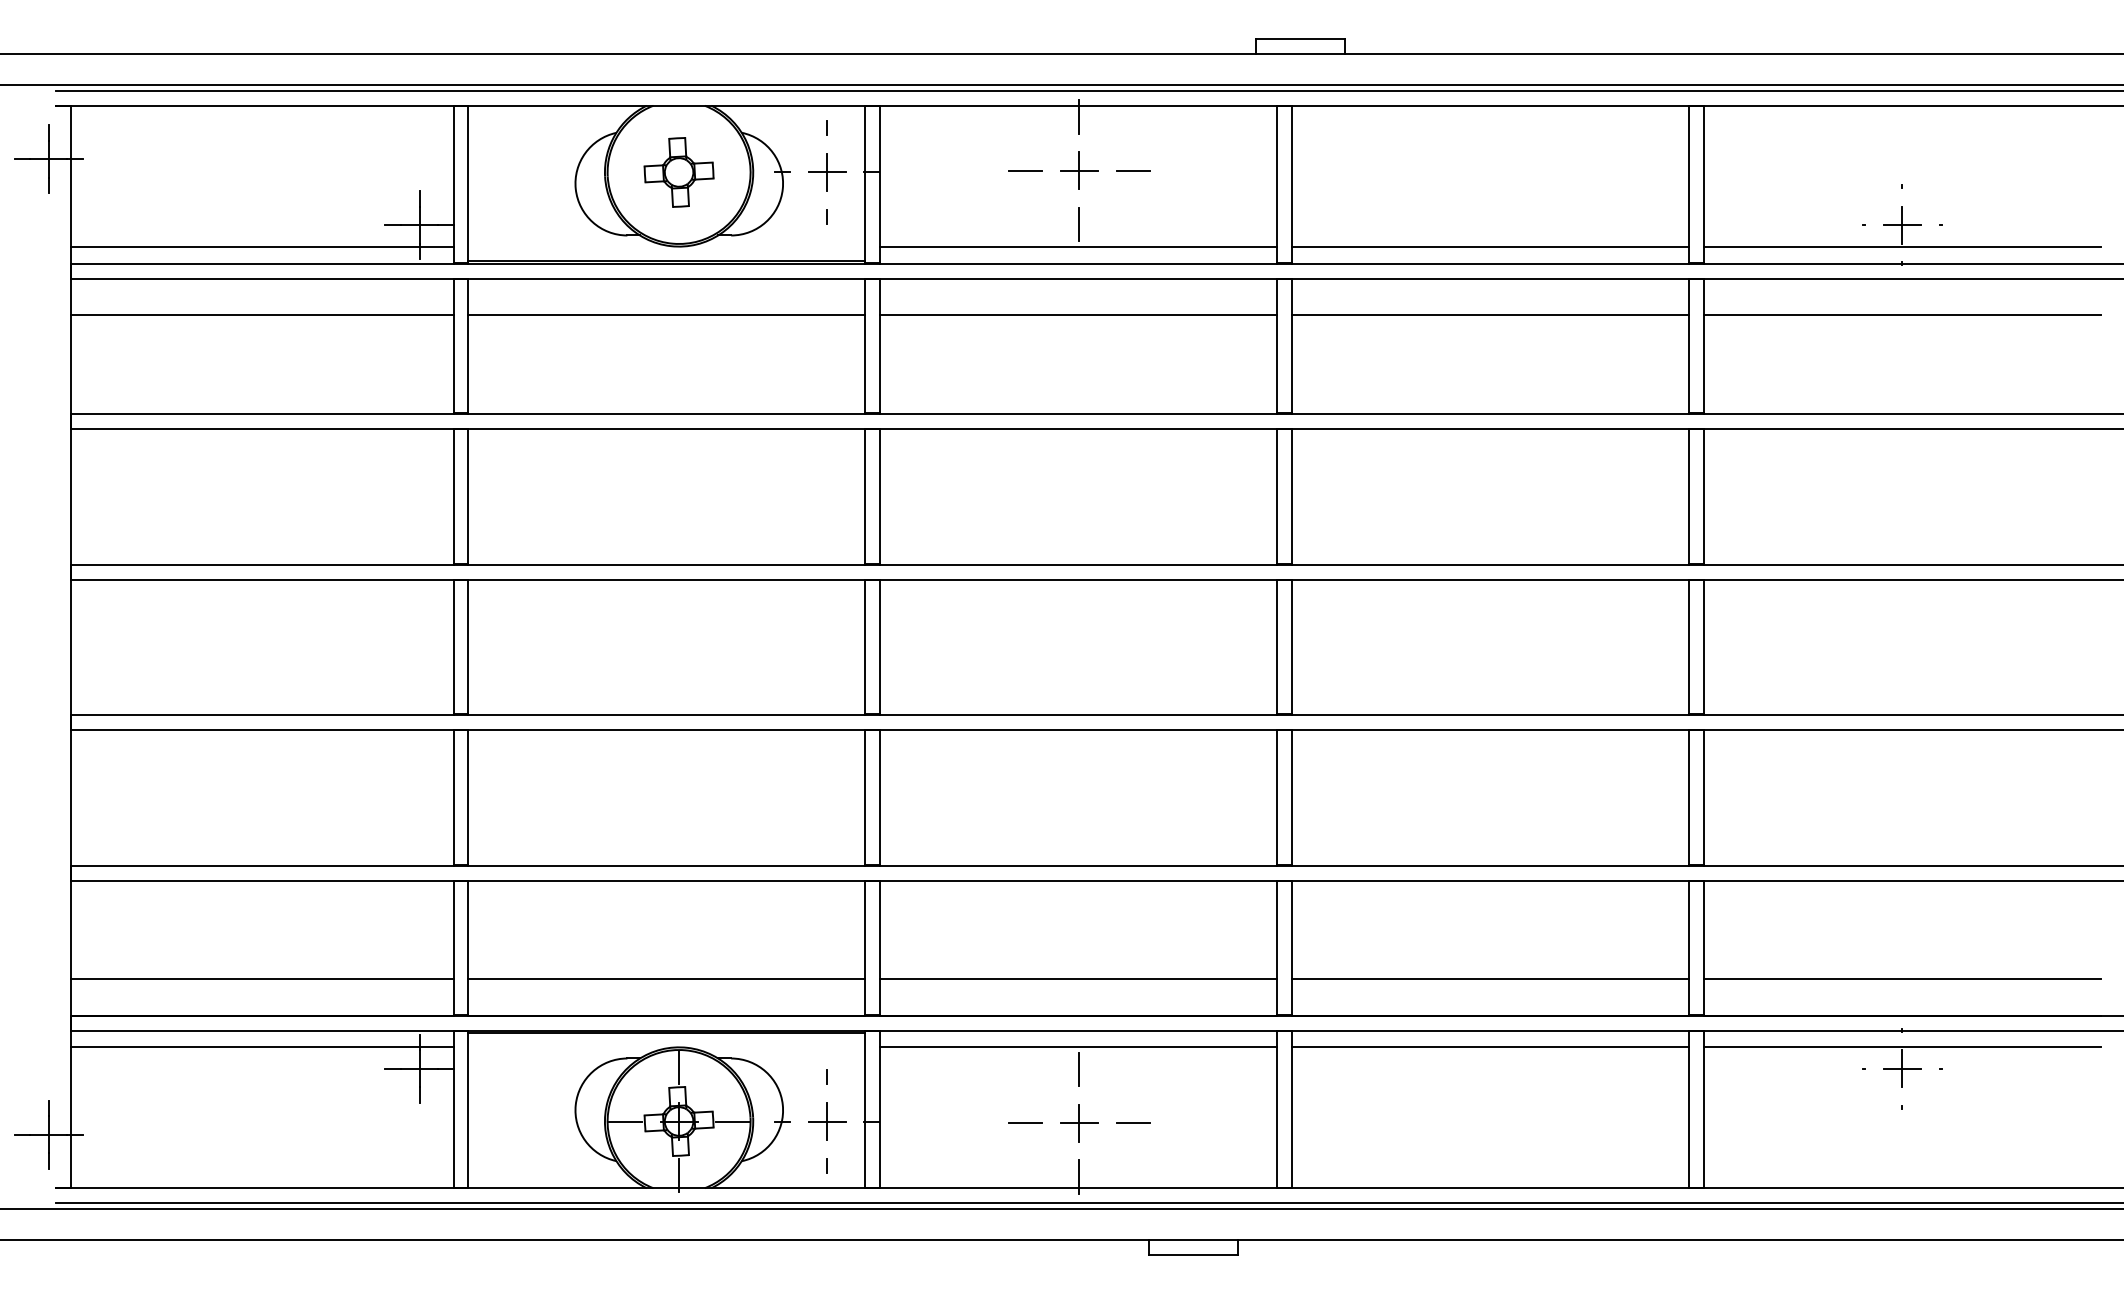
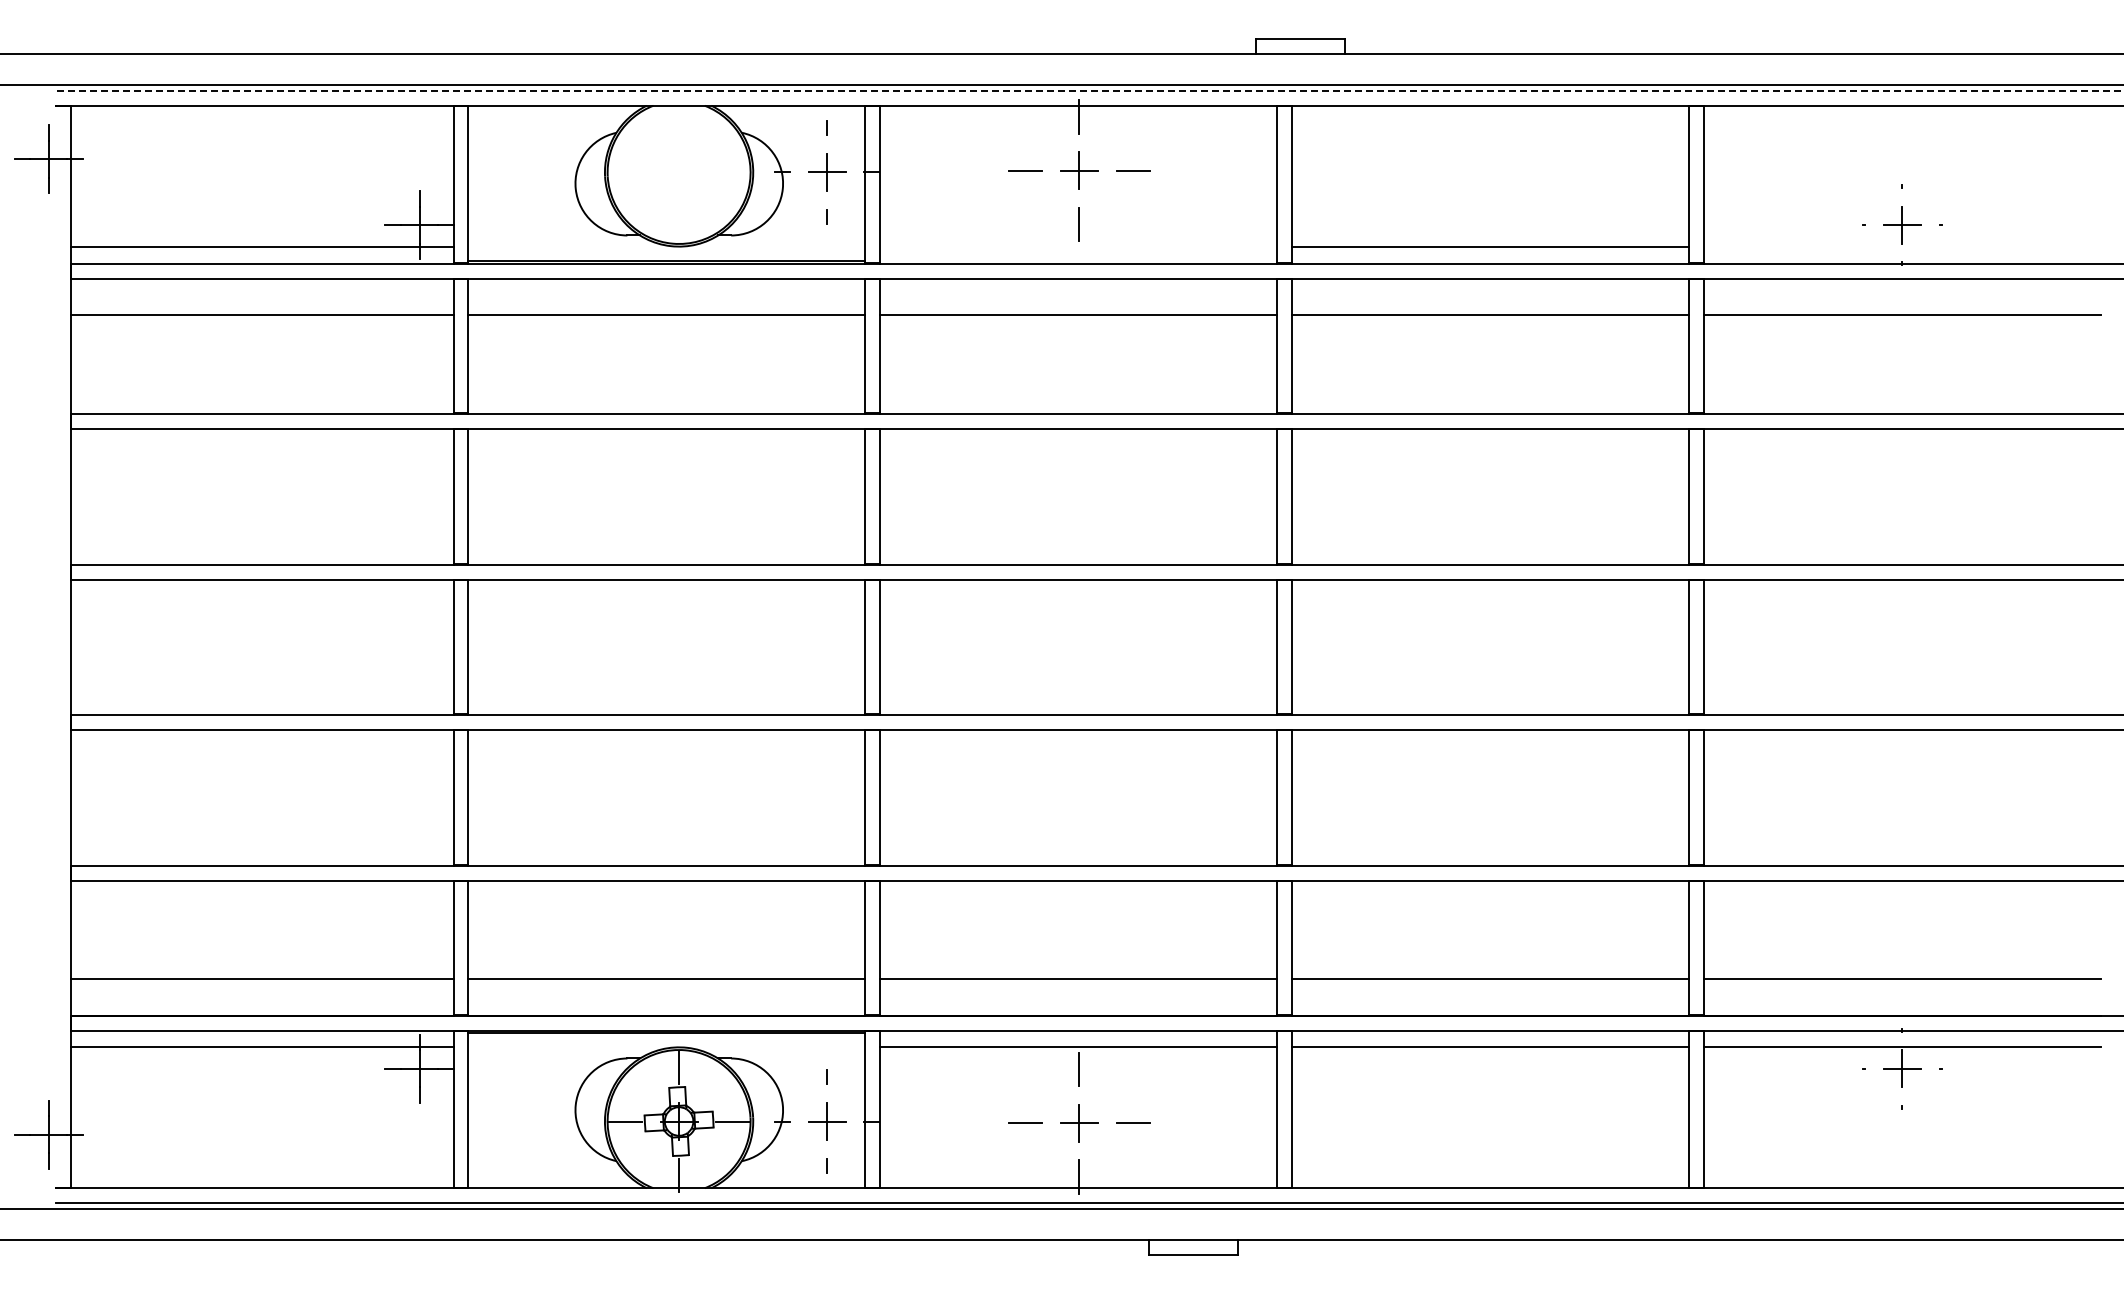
line at (1090, 90): solid -> dashed
part at (678, 172): present -> none
line at (1078, 246): present -> none
line at (1901, 246): present -> none
